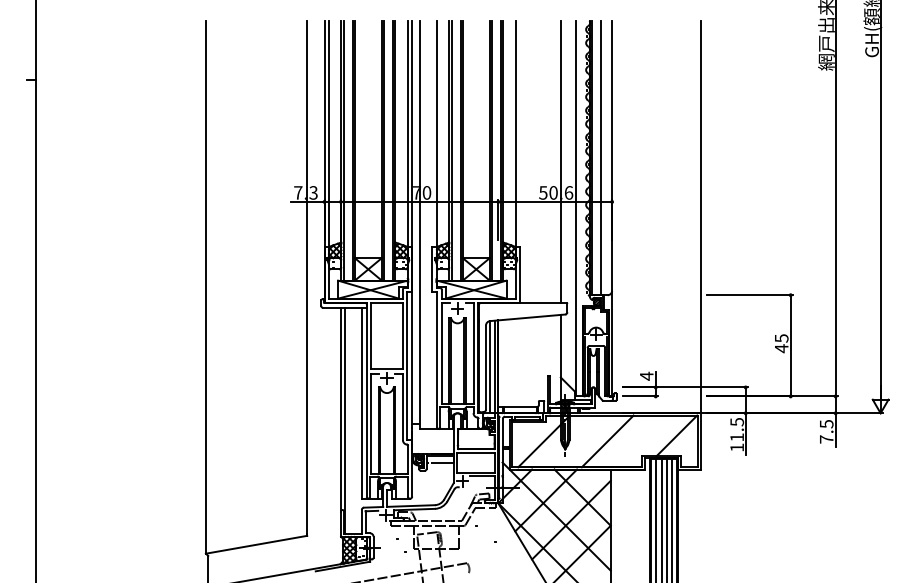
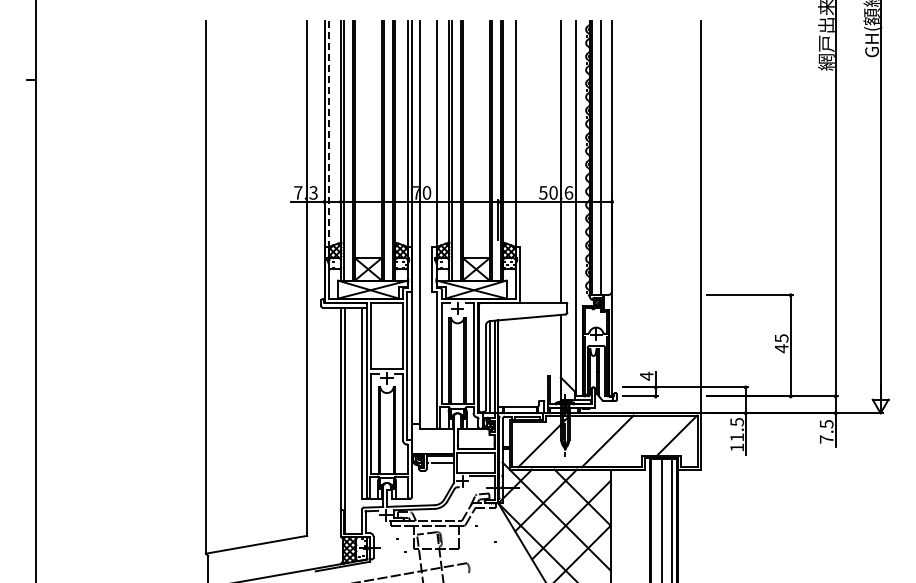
line at (329, 134): solid -> dashed
line at (656, 519): present -> none
line at (666, 519): present -> none
